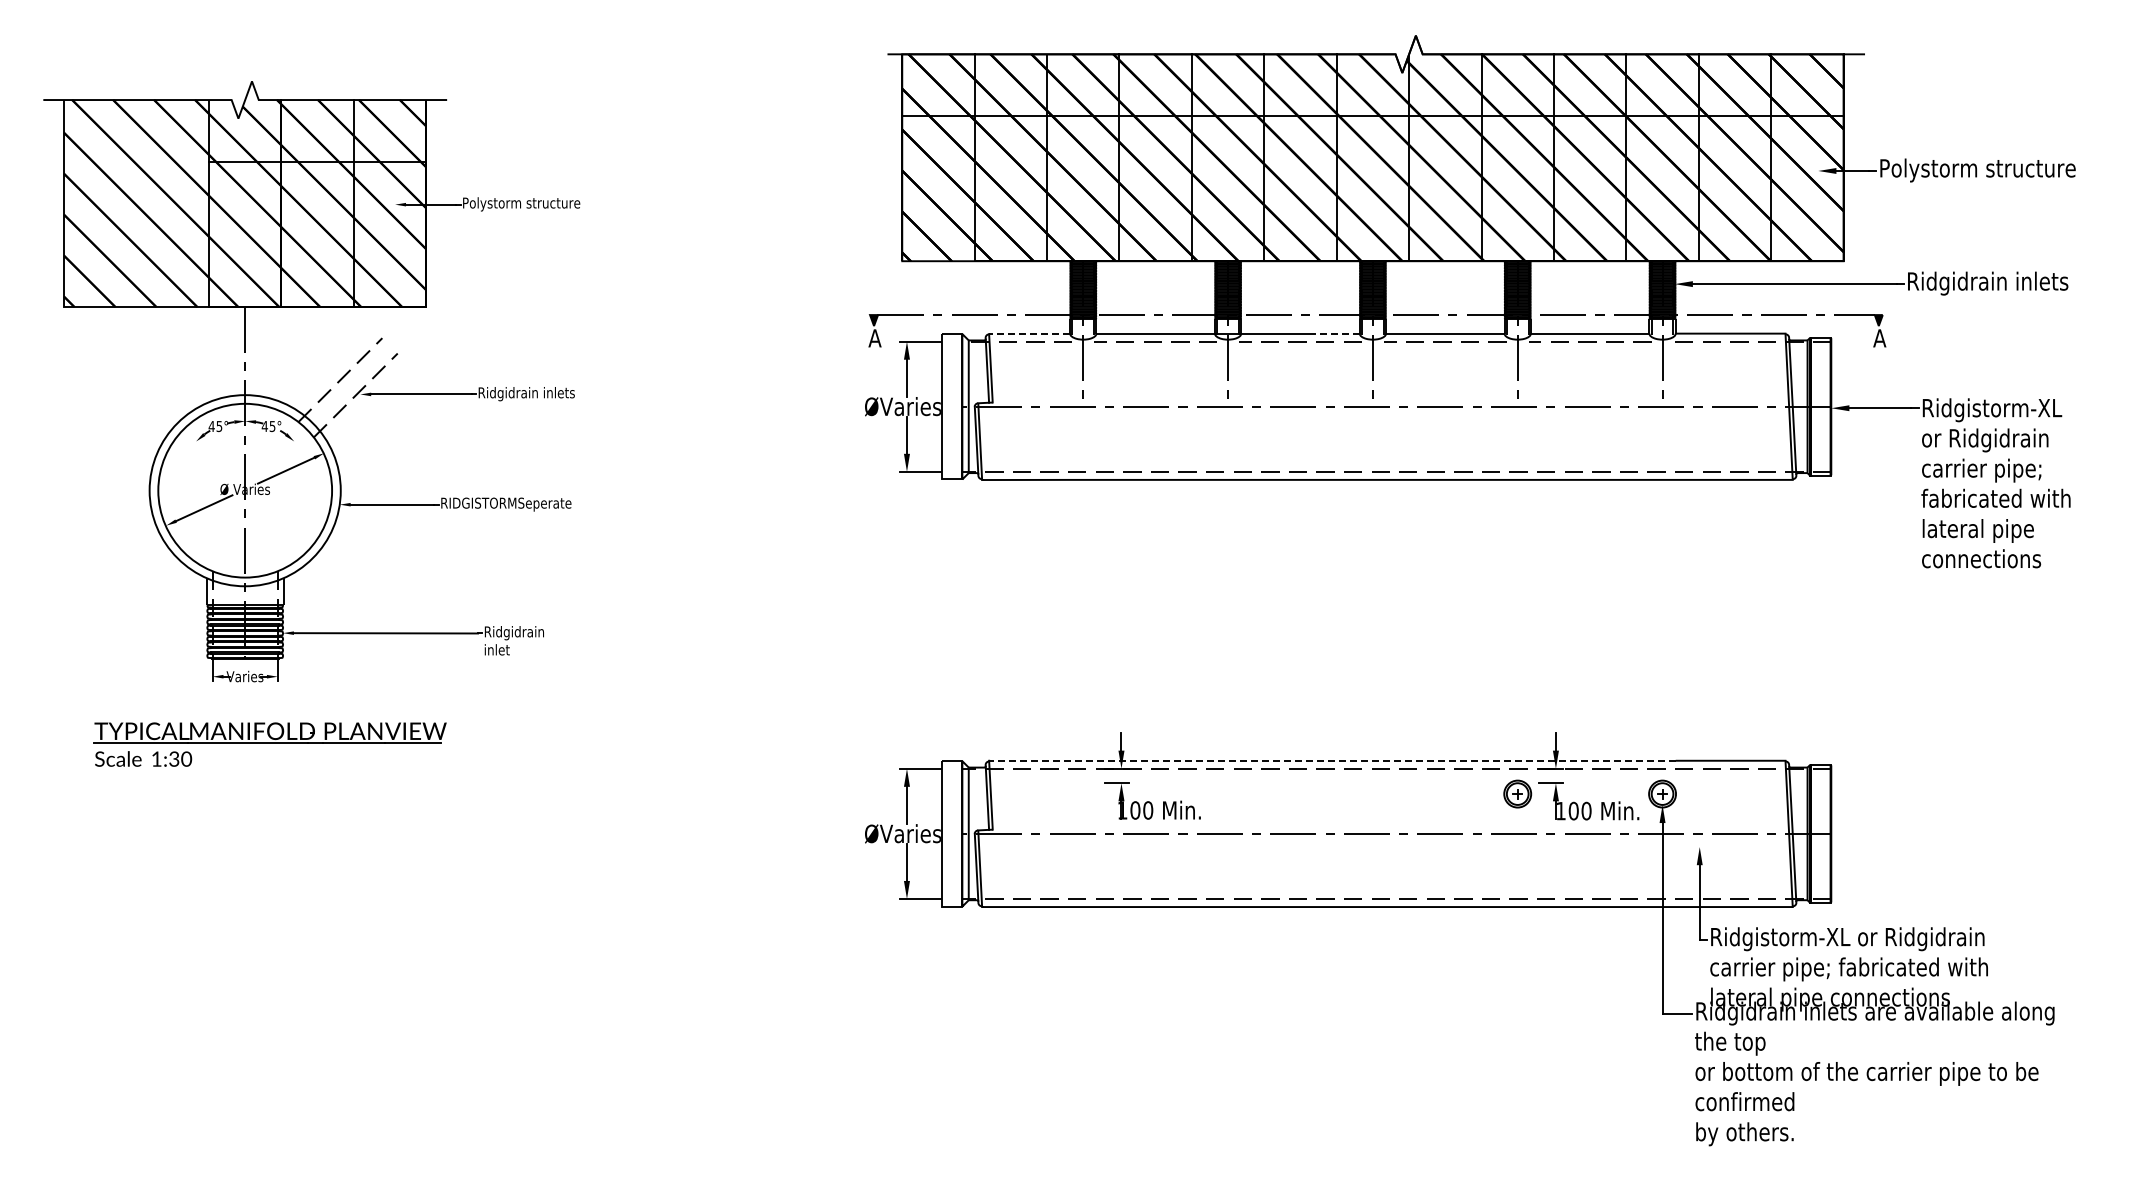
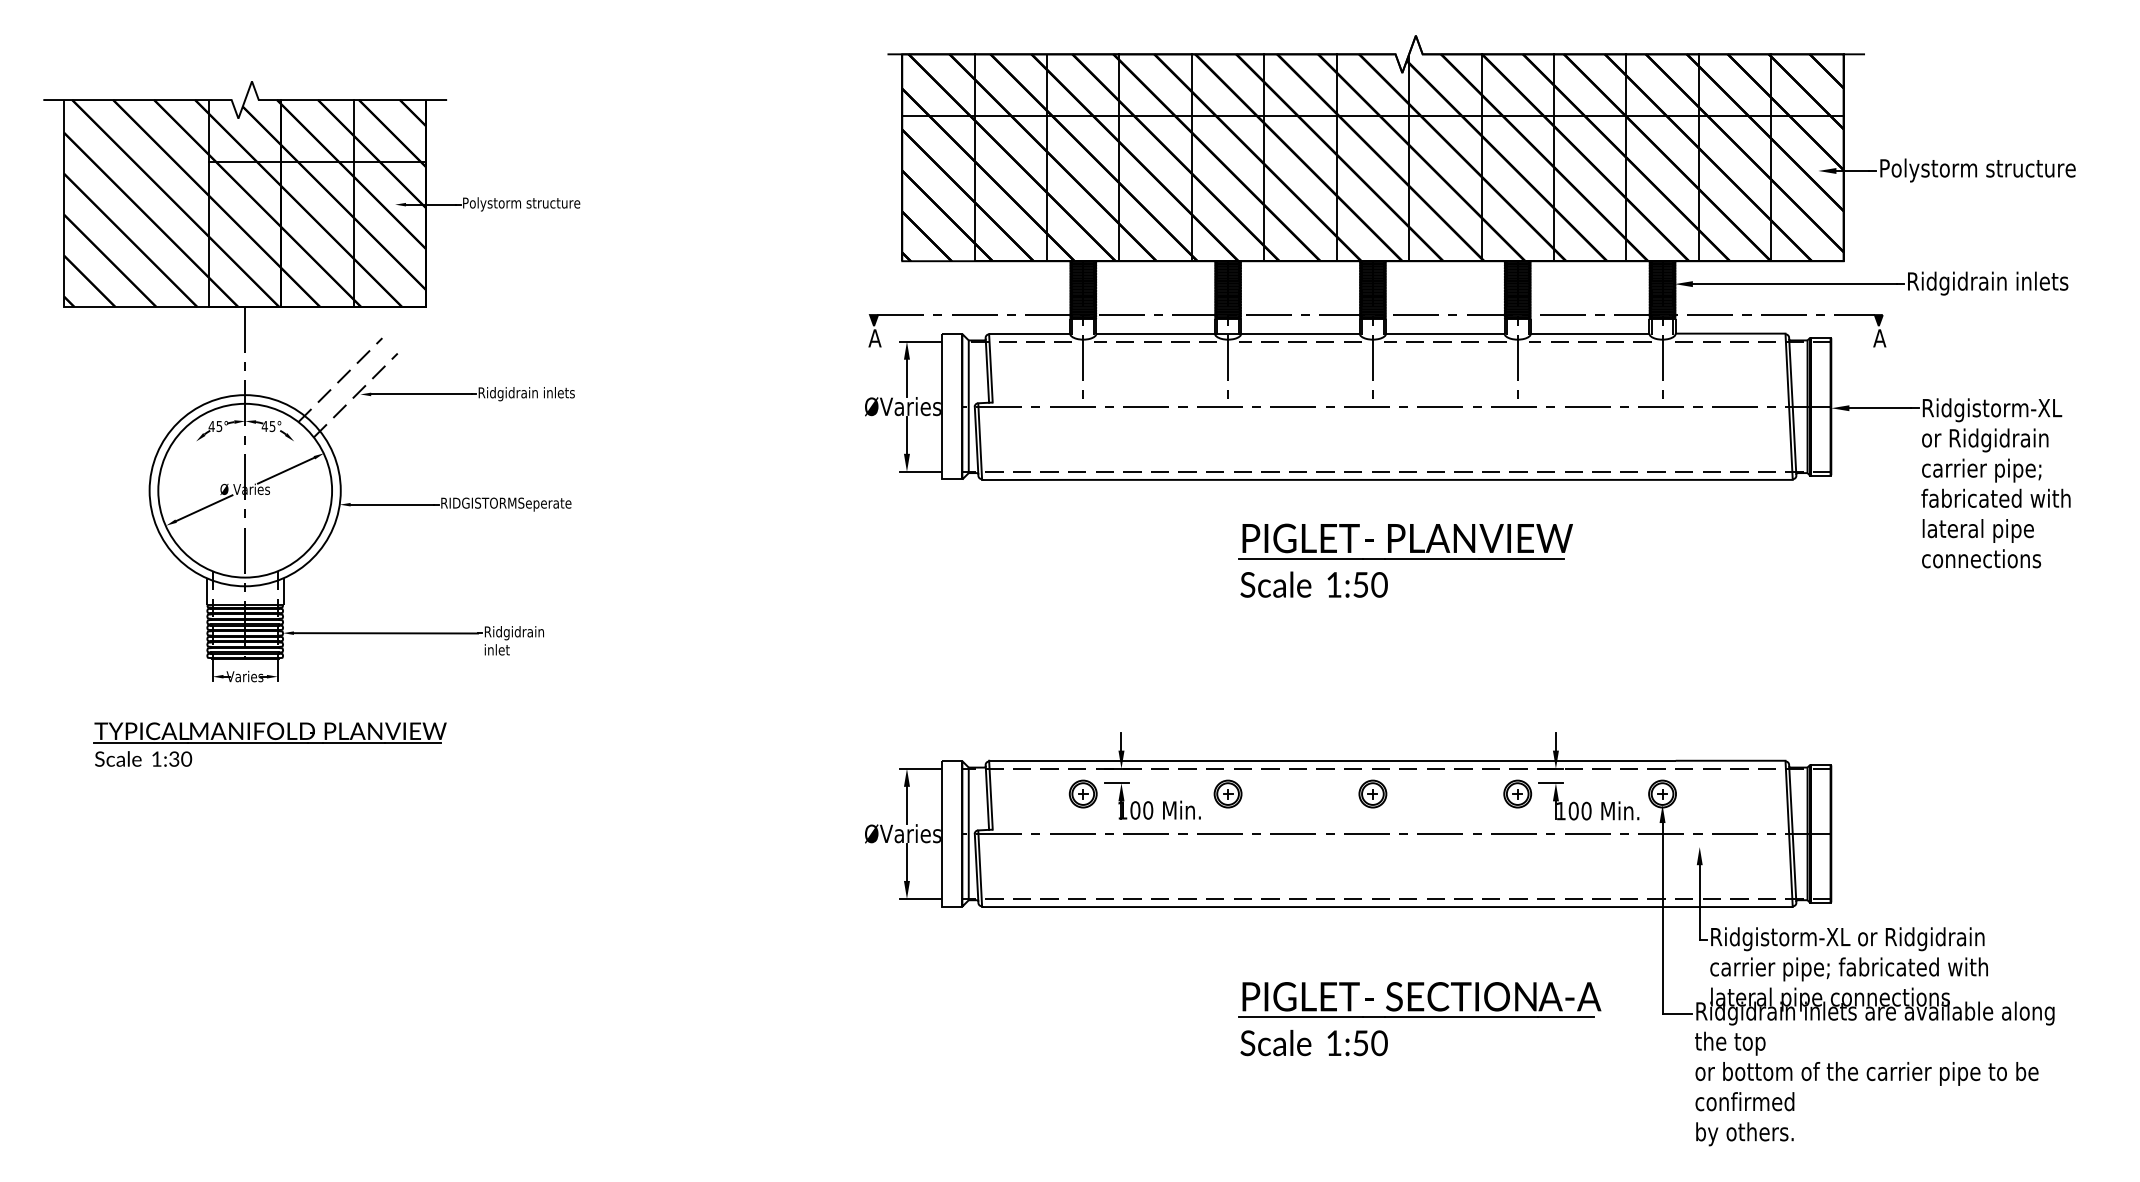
line at (1029, 333): dashed -> solid
line at (1336, 333): dashed -> solid
part at (1405, 560): none -> present
line at (1331, 760): dashed -> solid
part at (1082, 793): none -> present
part at (1227, 793): none -> present
part at (1372, 793): none -> present
part at (1419, 1019): none -> present
